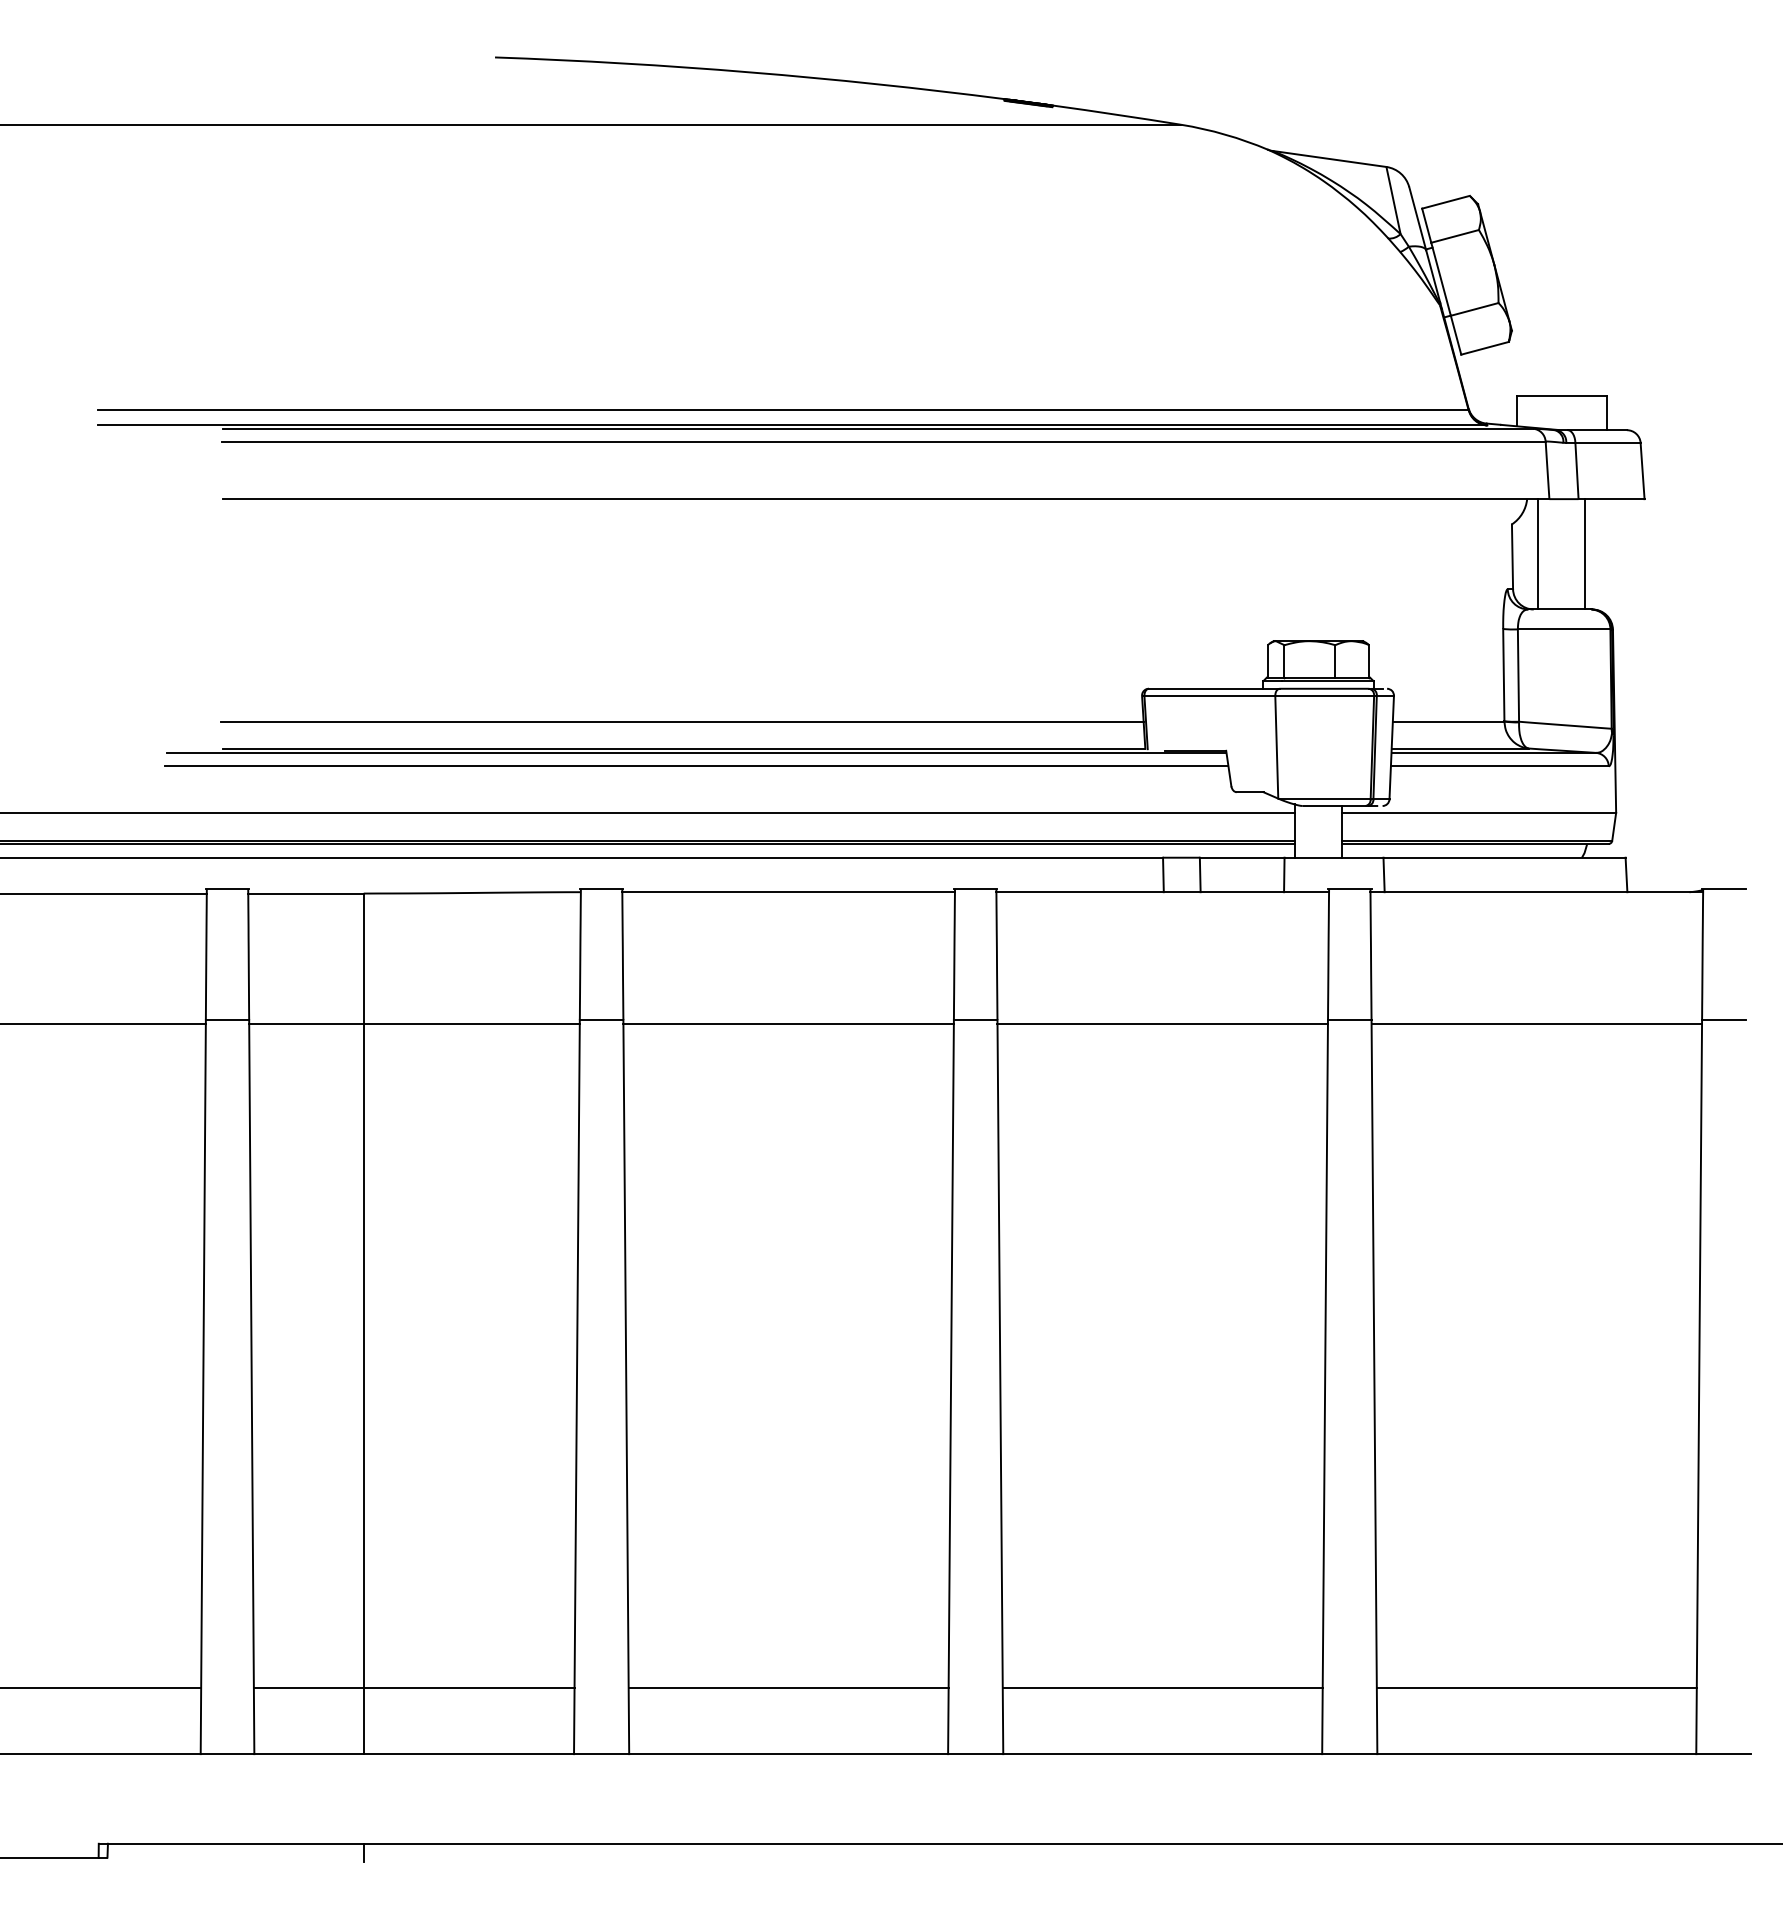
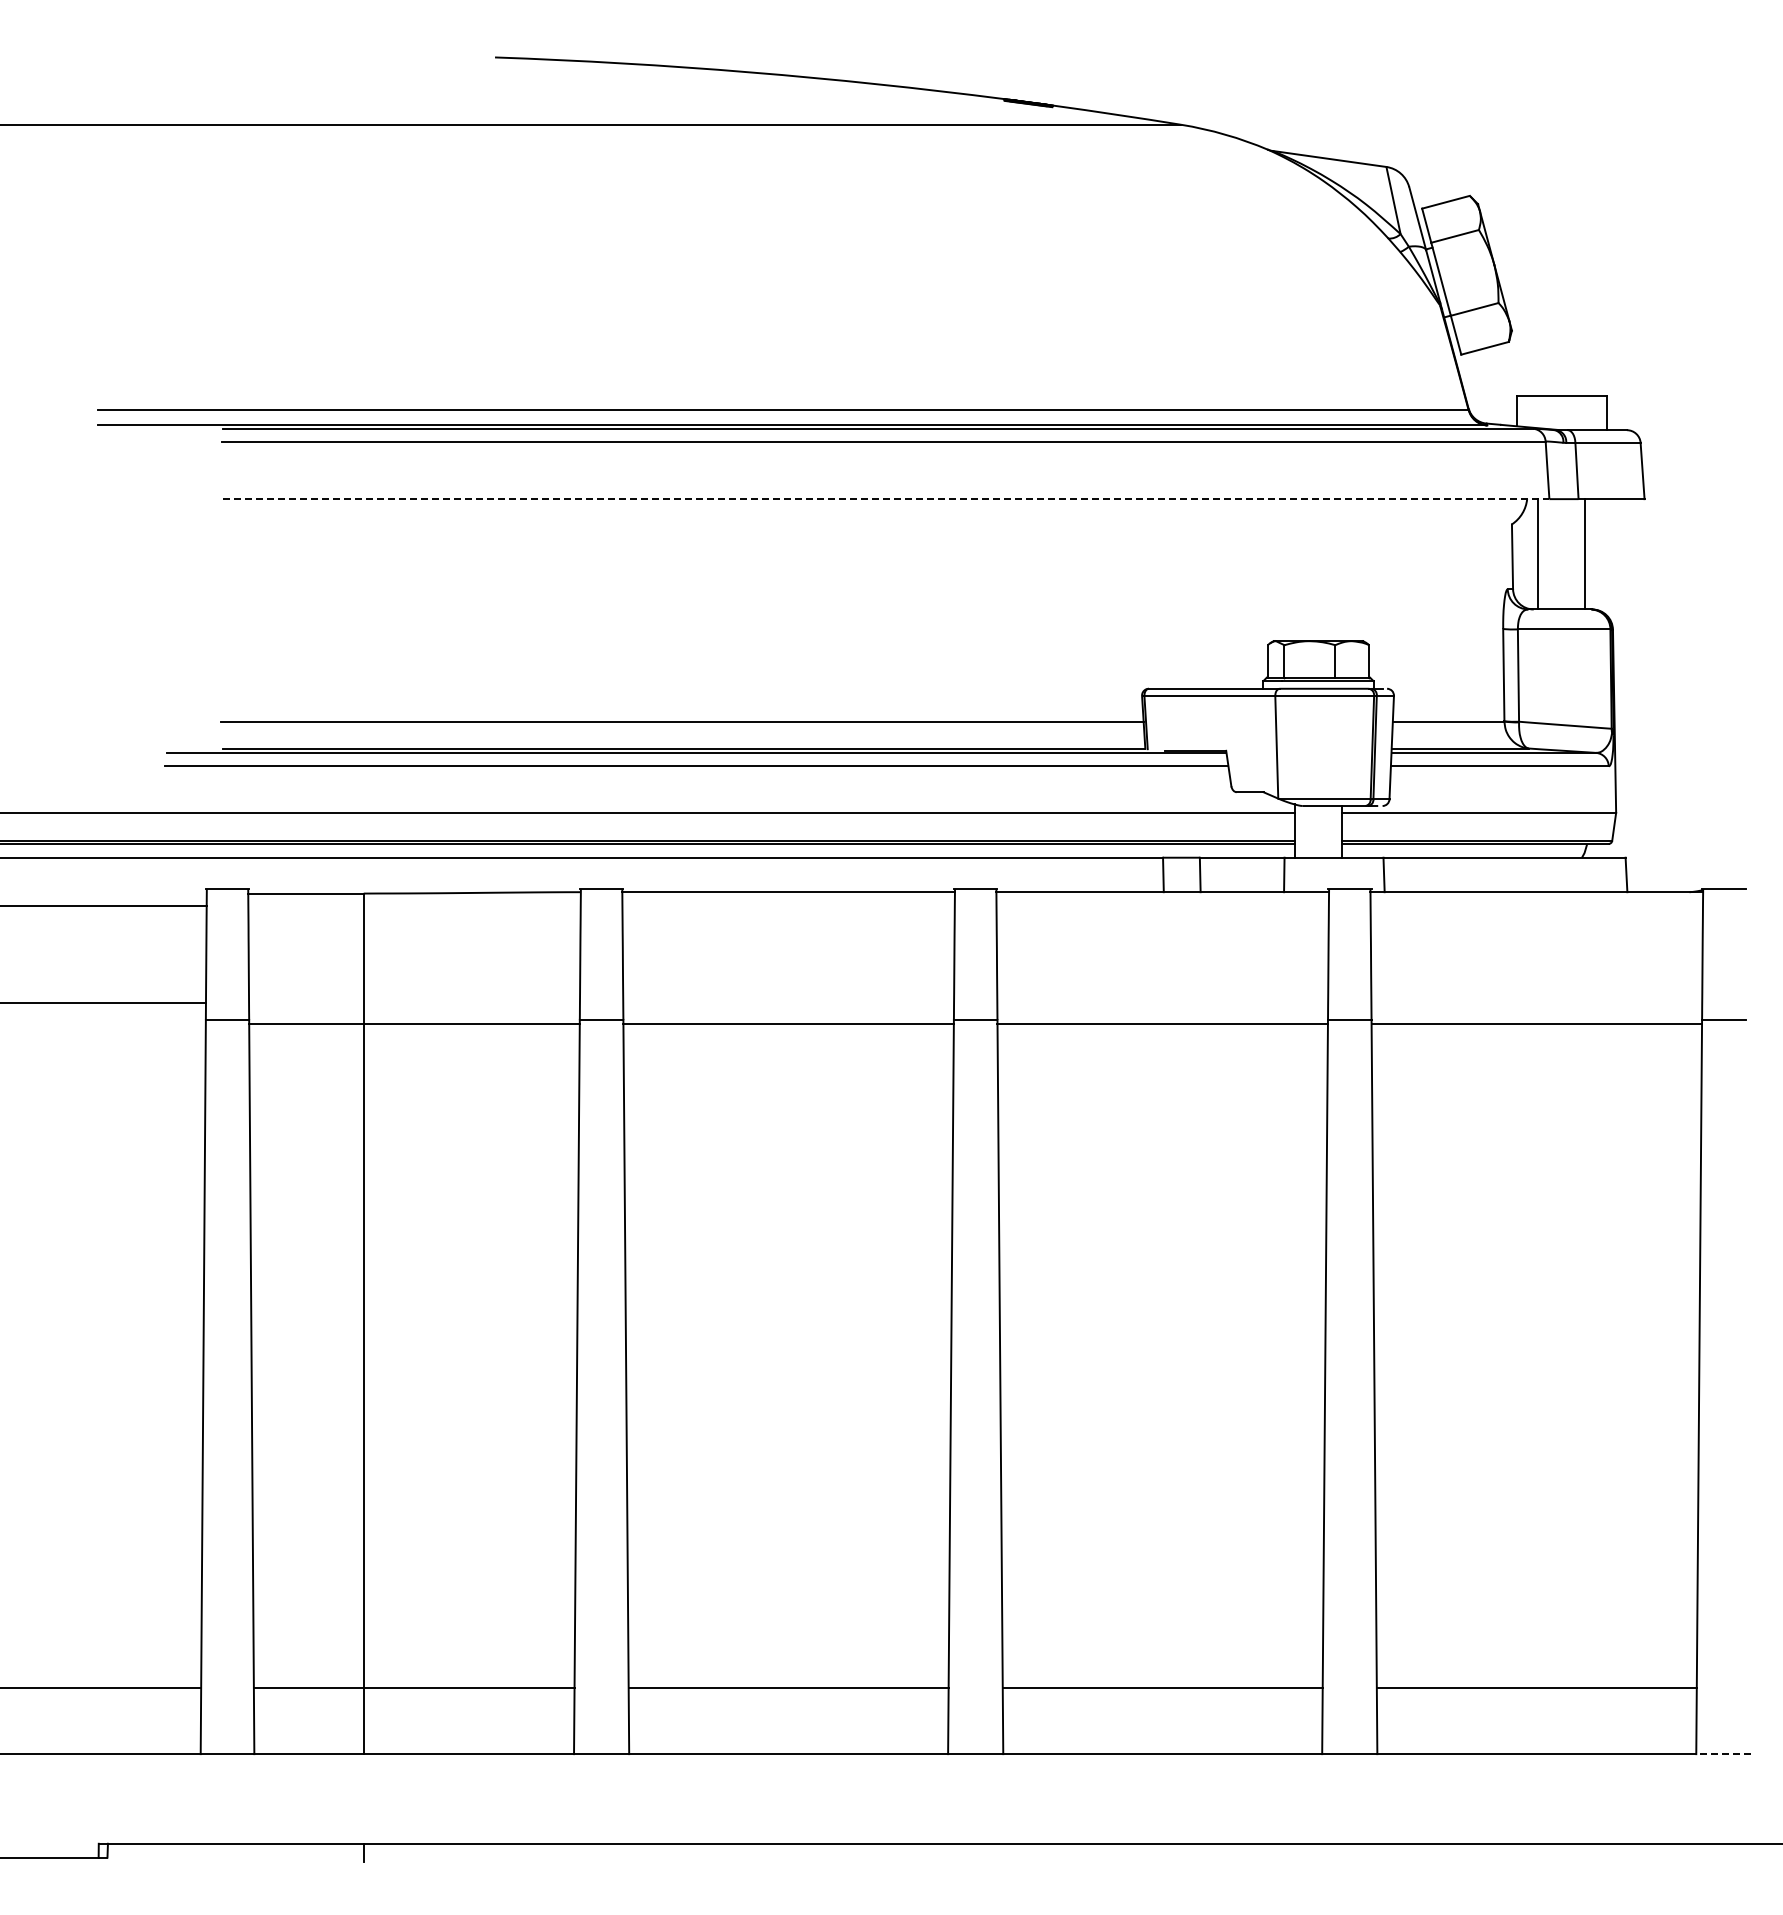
line at (886, 499): solid -> dashed
line at (104, 893) position: (104, 893) -> (104, 905)
line at (103, 1023) position: (103, 1023) -> (103, 1002)
line at (1723, 1754): solid -> dashed
